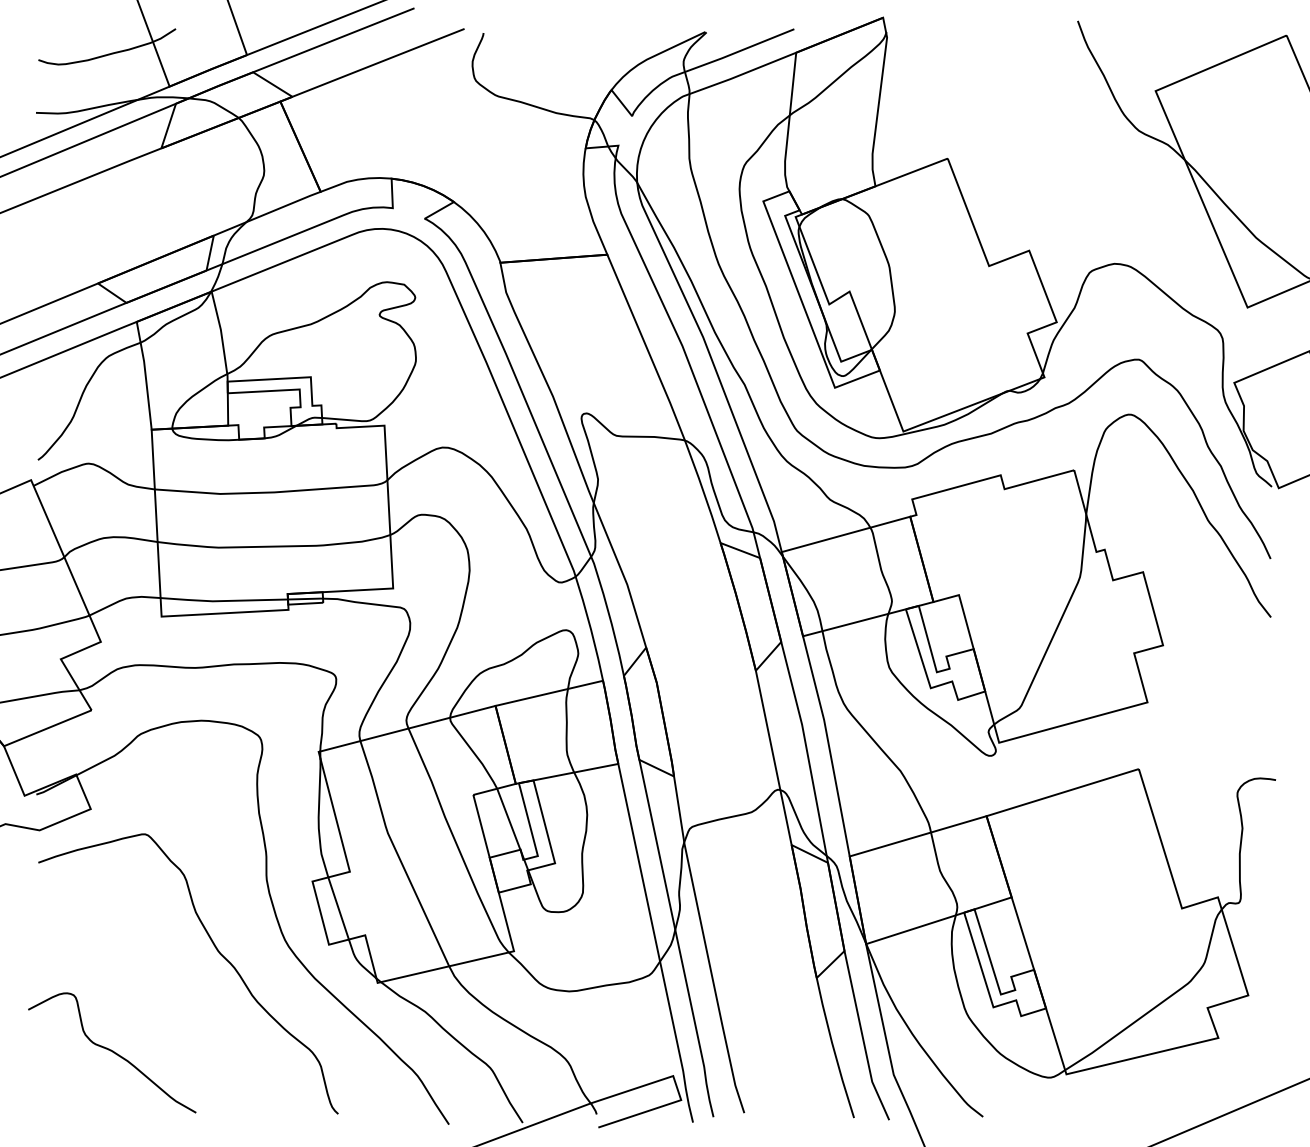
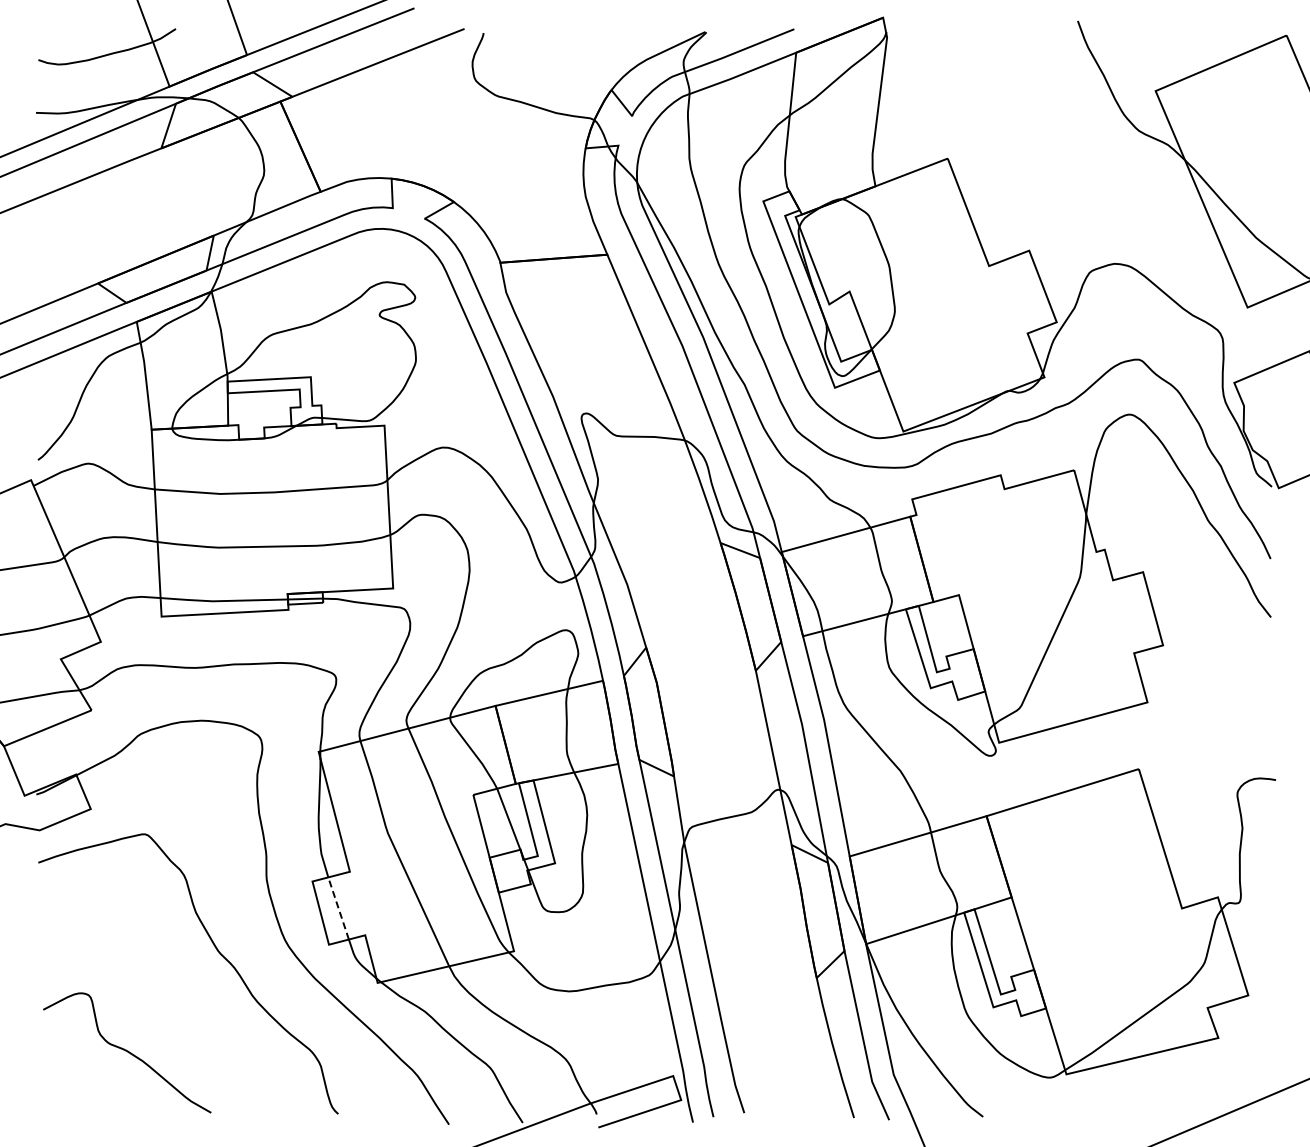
line at (338, 908): solid -> dashed
curve at (112, 1052) position: (112, 1052) -> (127, 1052)
